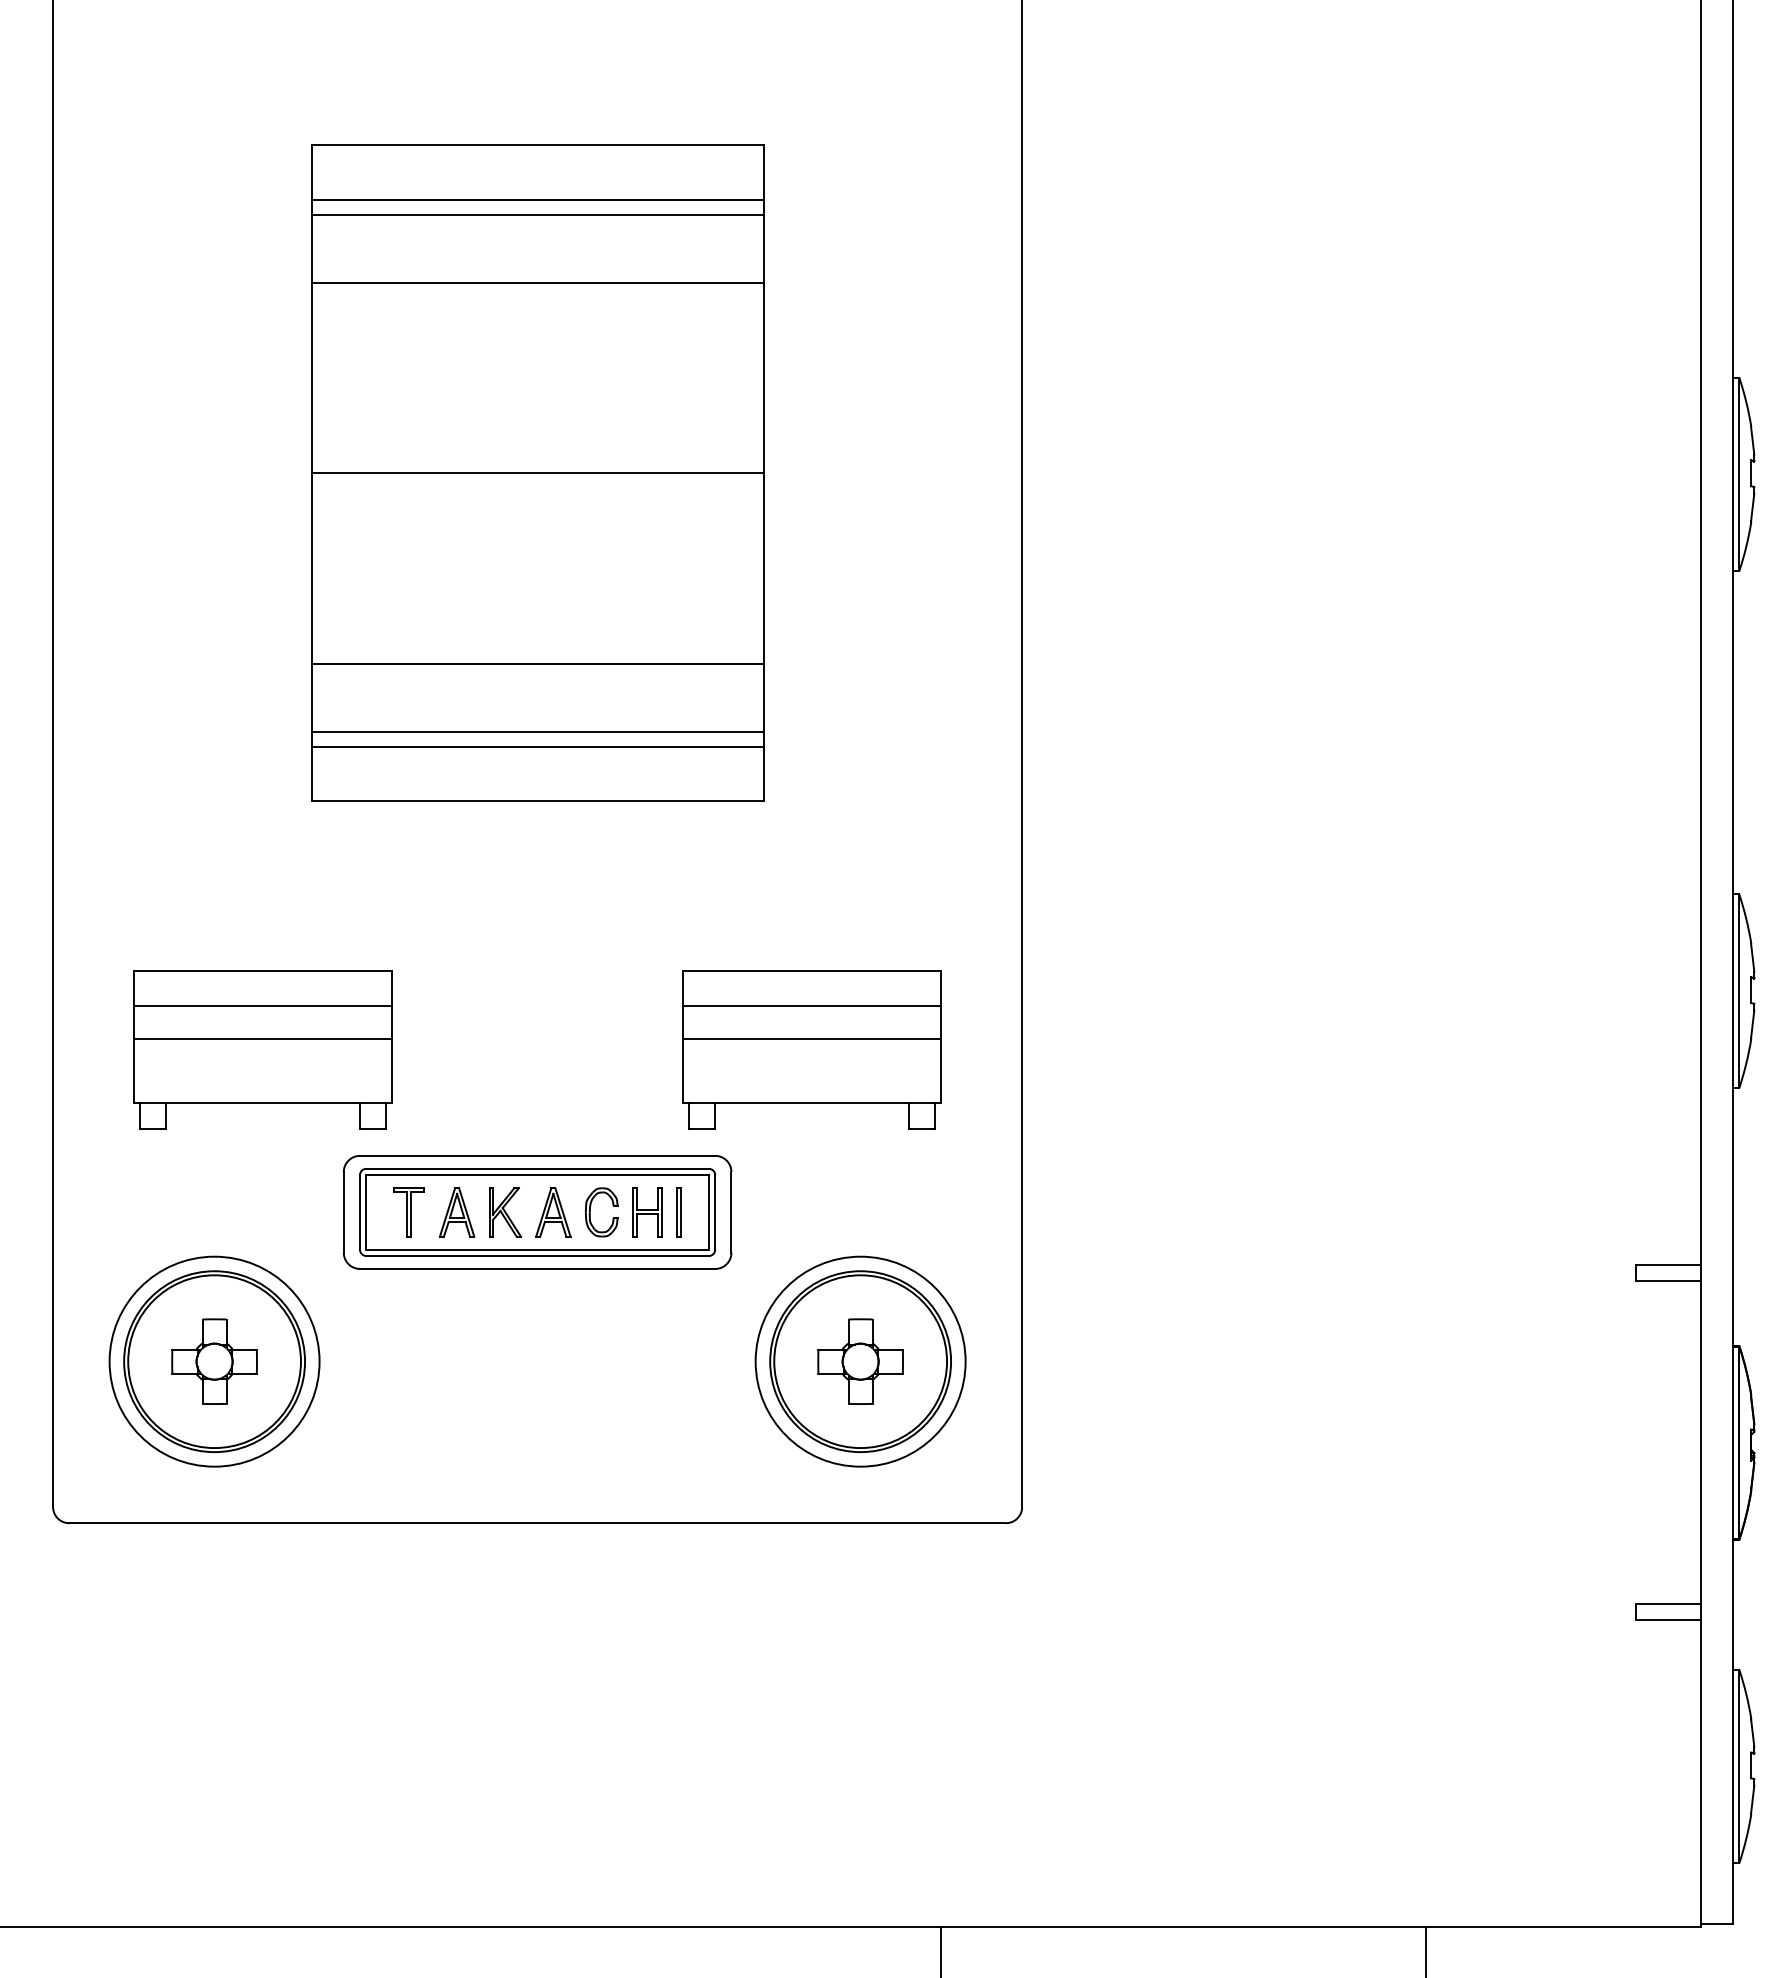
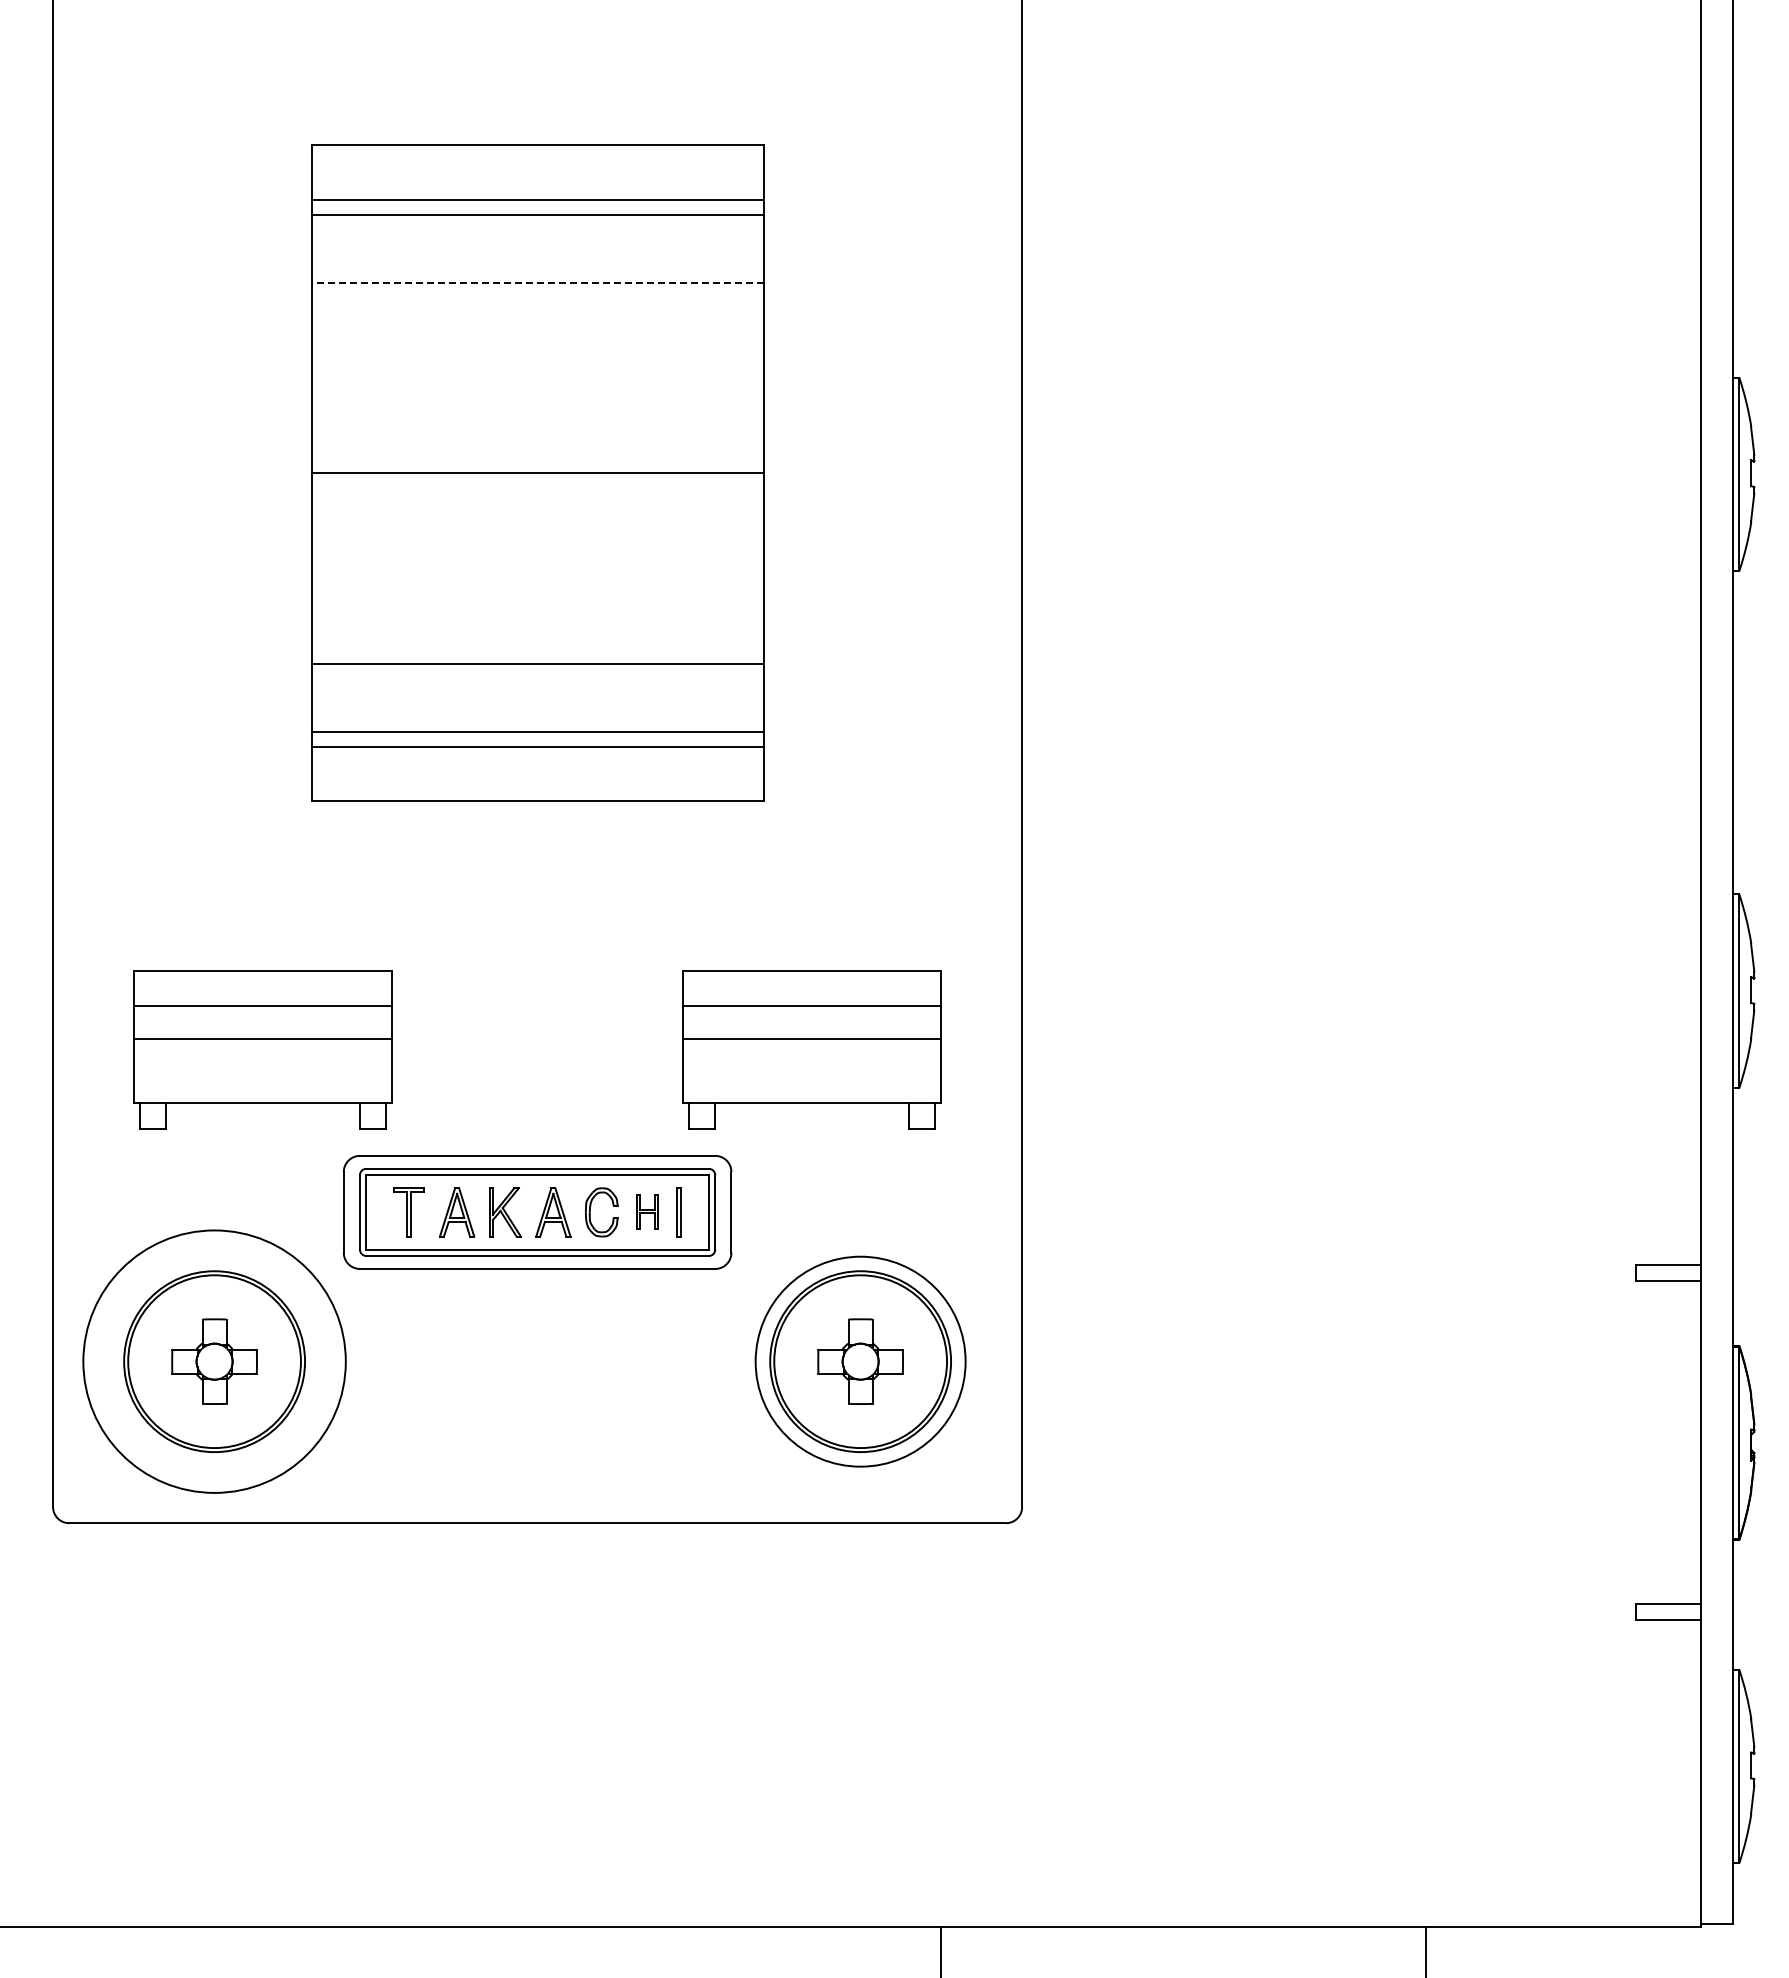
line at (537, 282): solid -> dashed
part at (647, 1212) size: 31x51 px -> 23x36 px
circle at (214, 1361) diameter: 210 px -> 262 px
